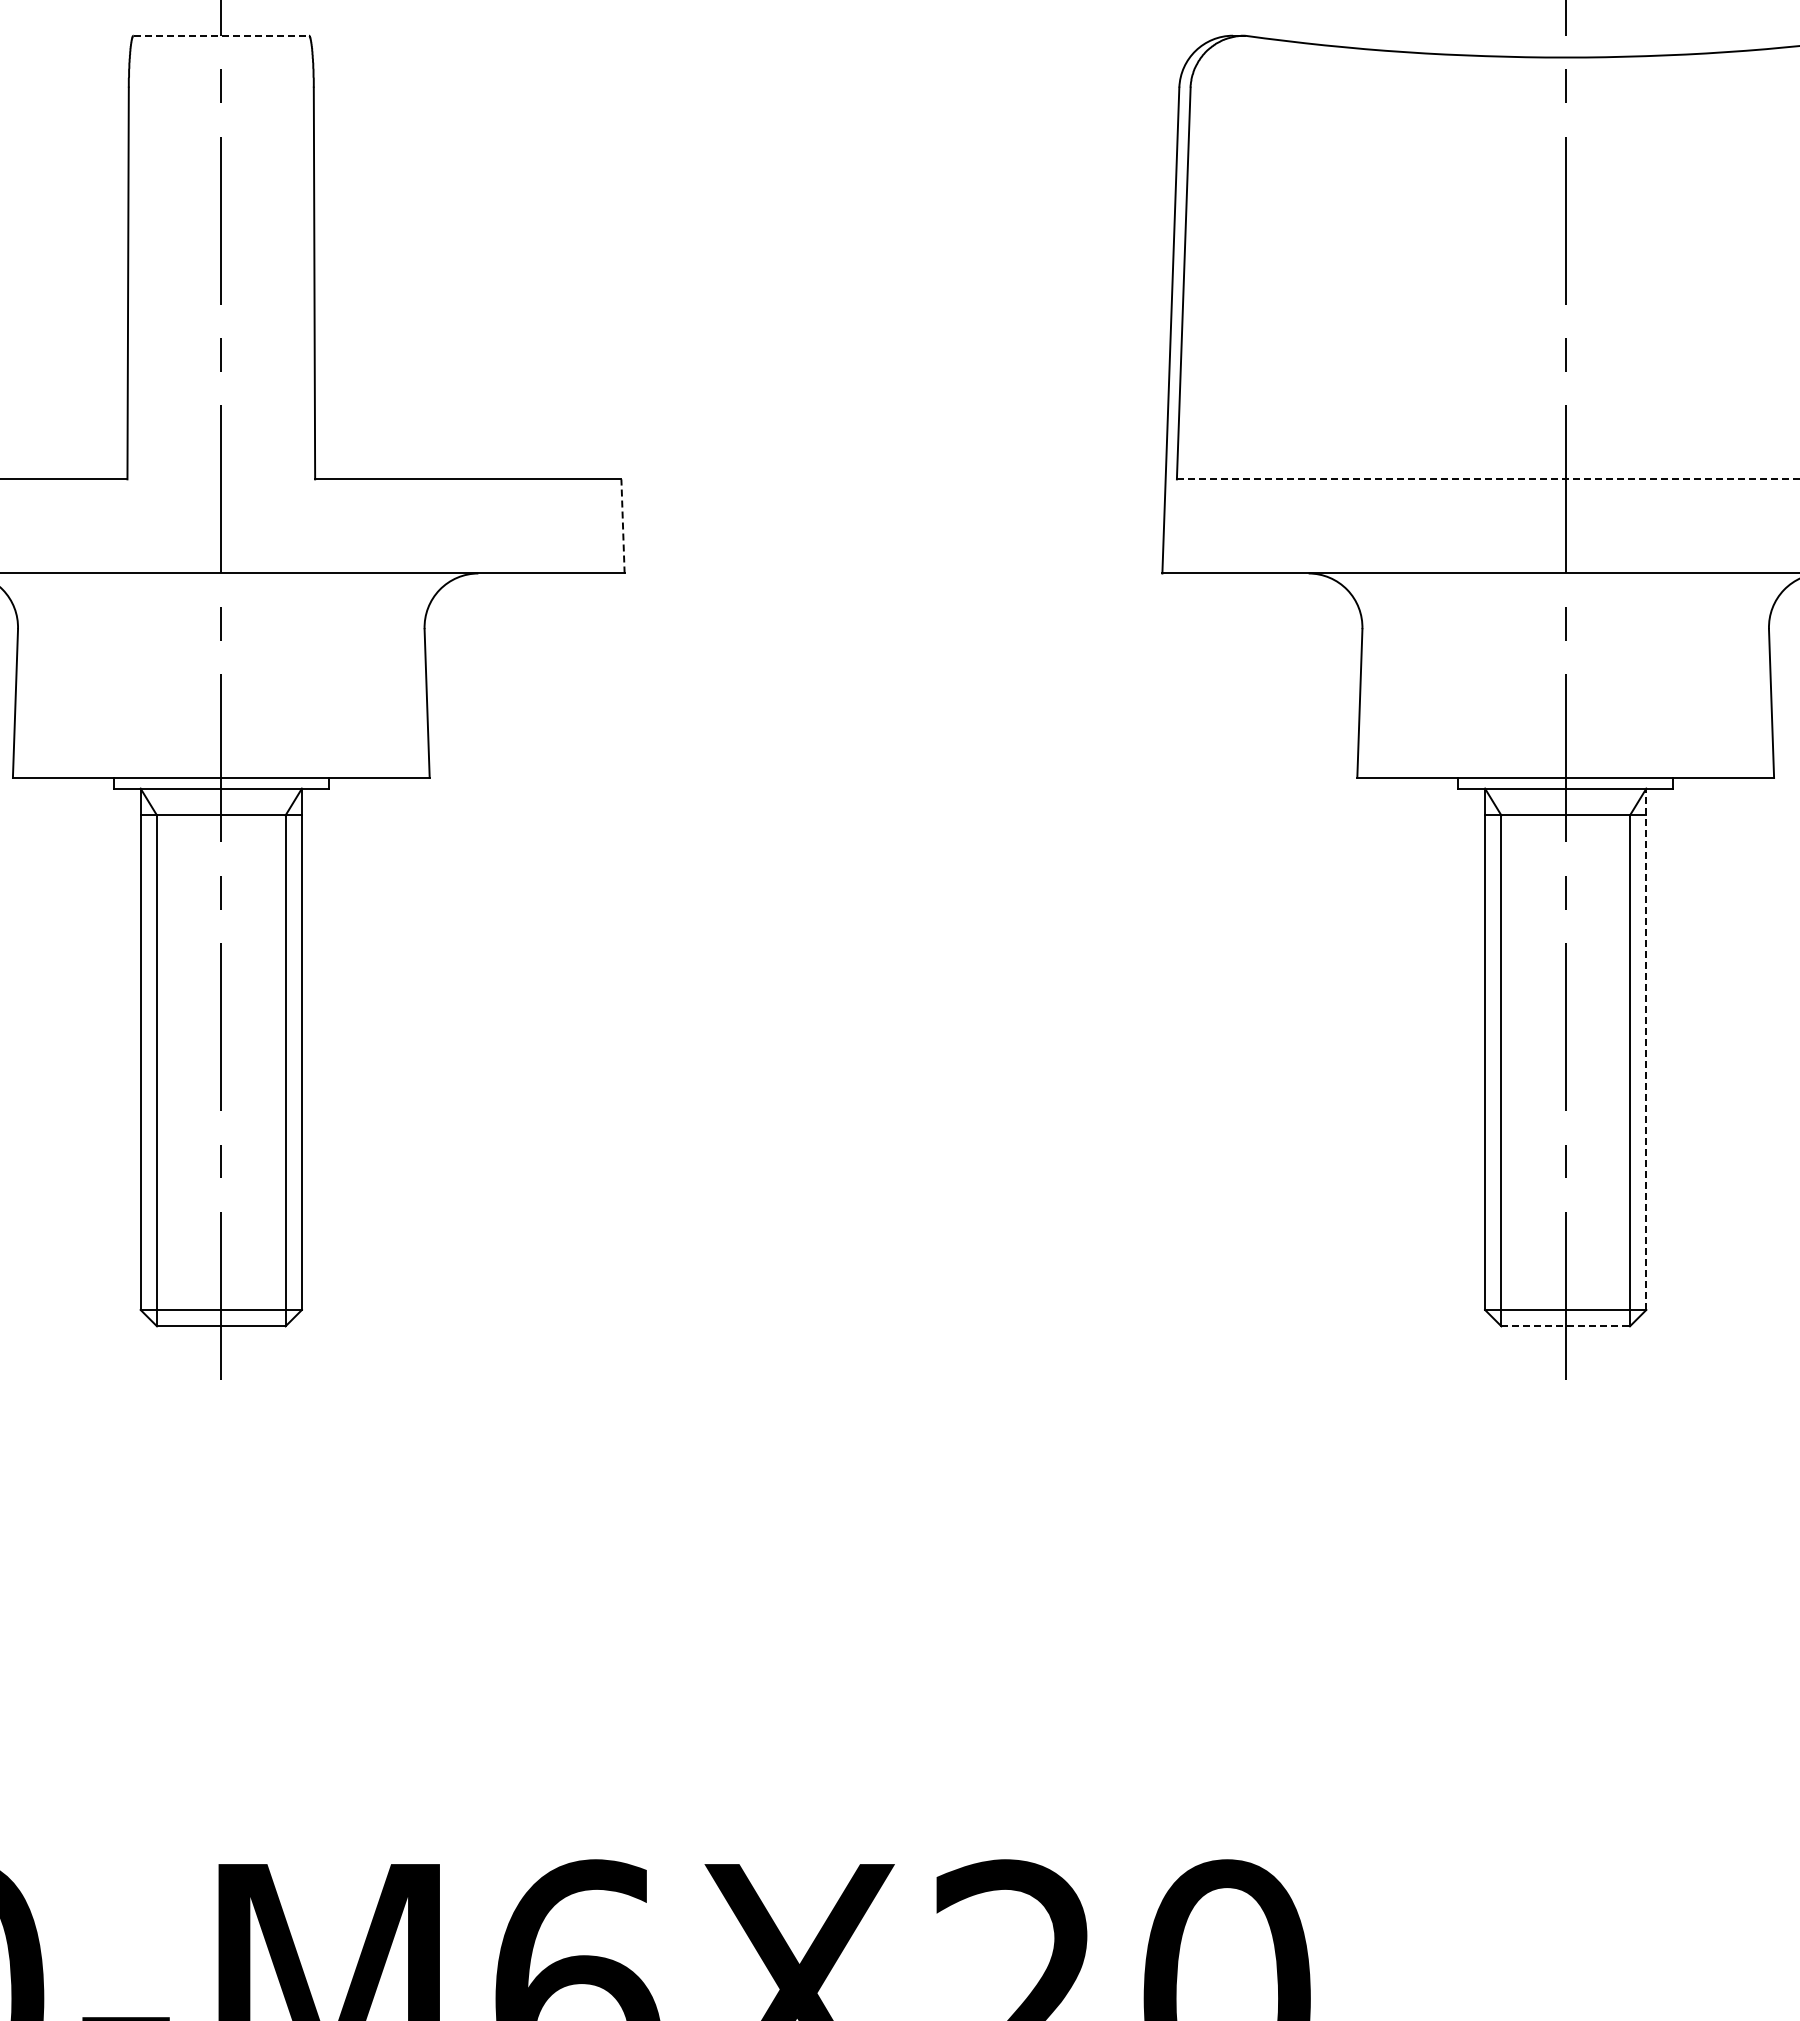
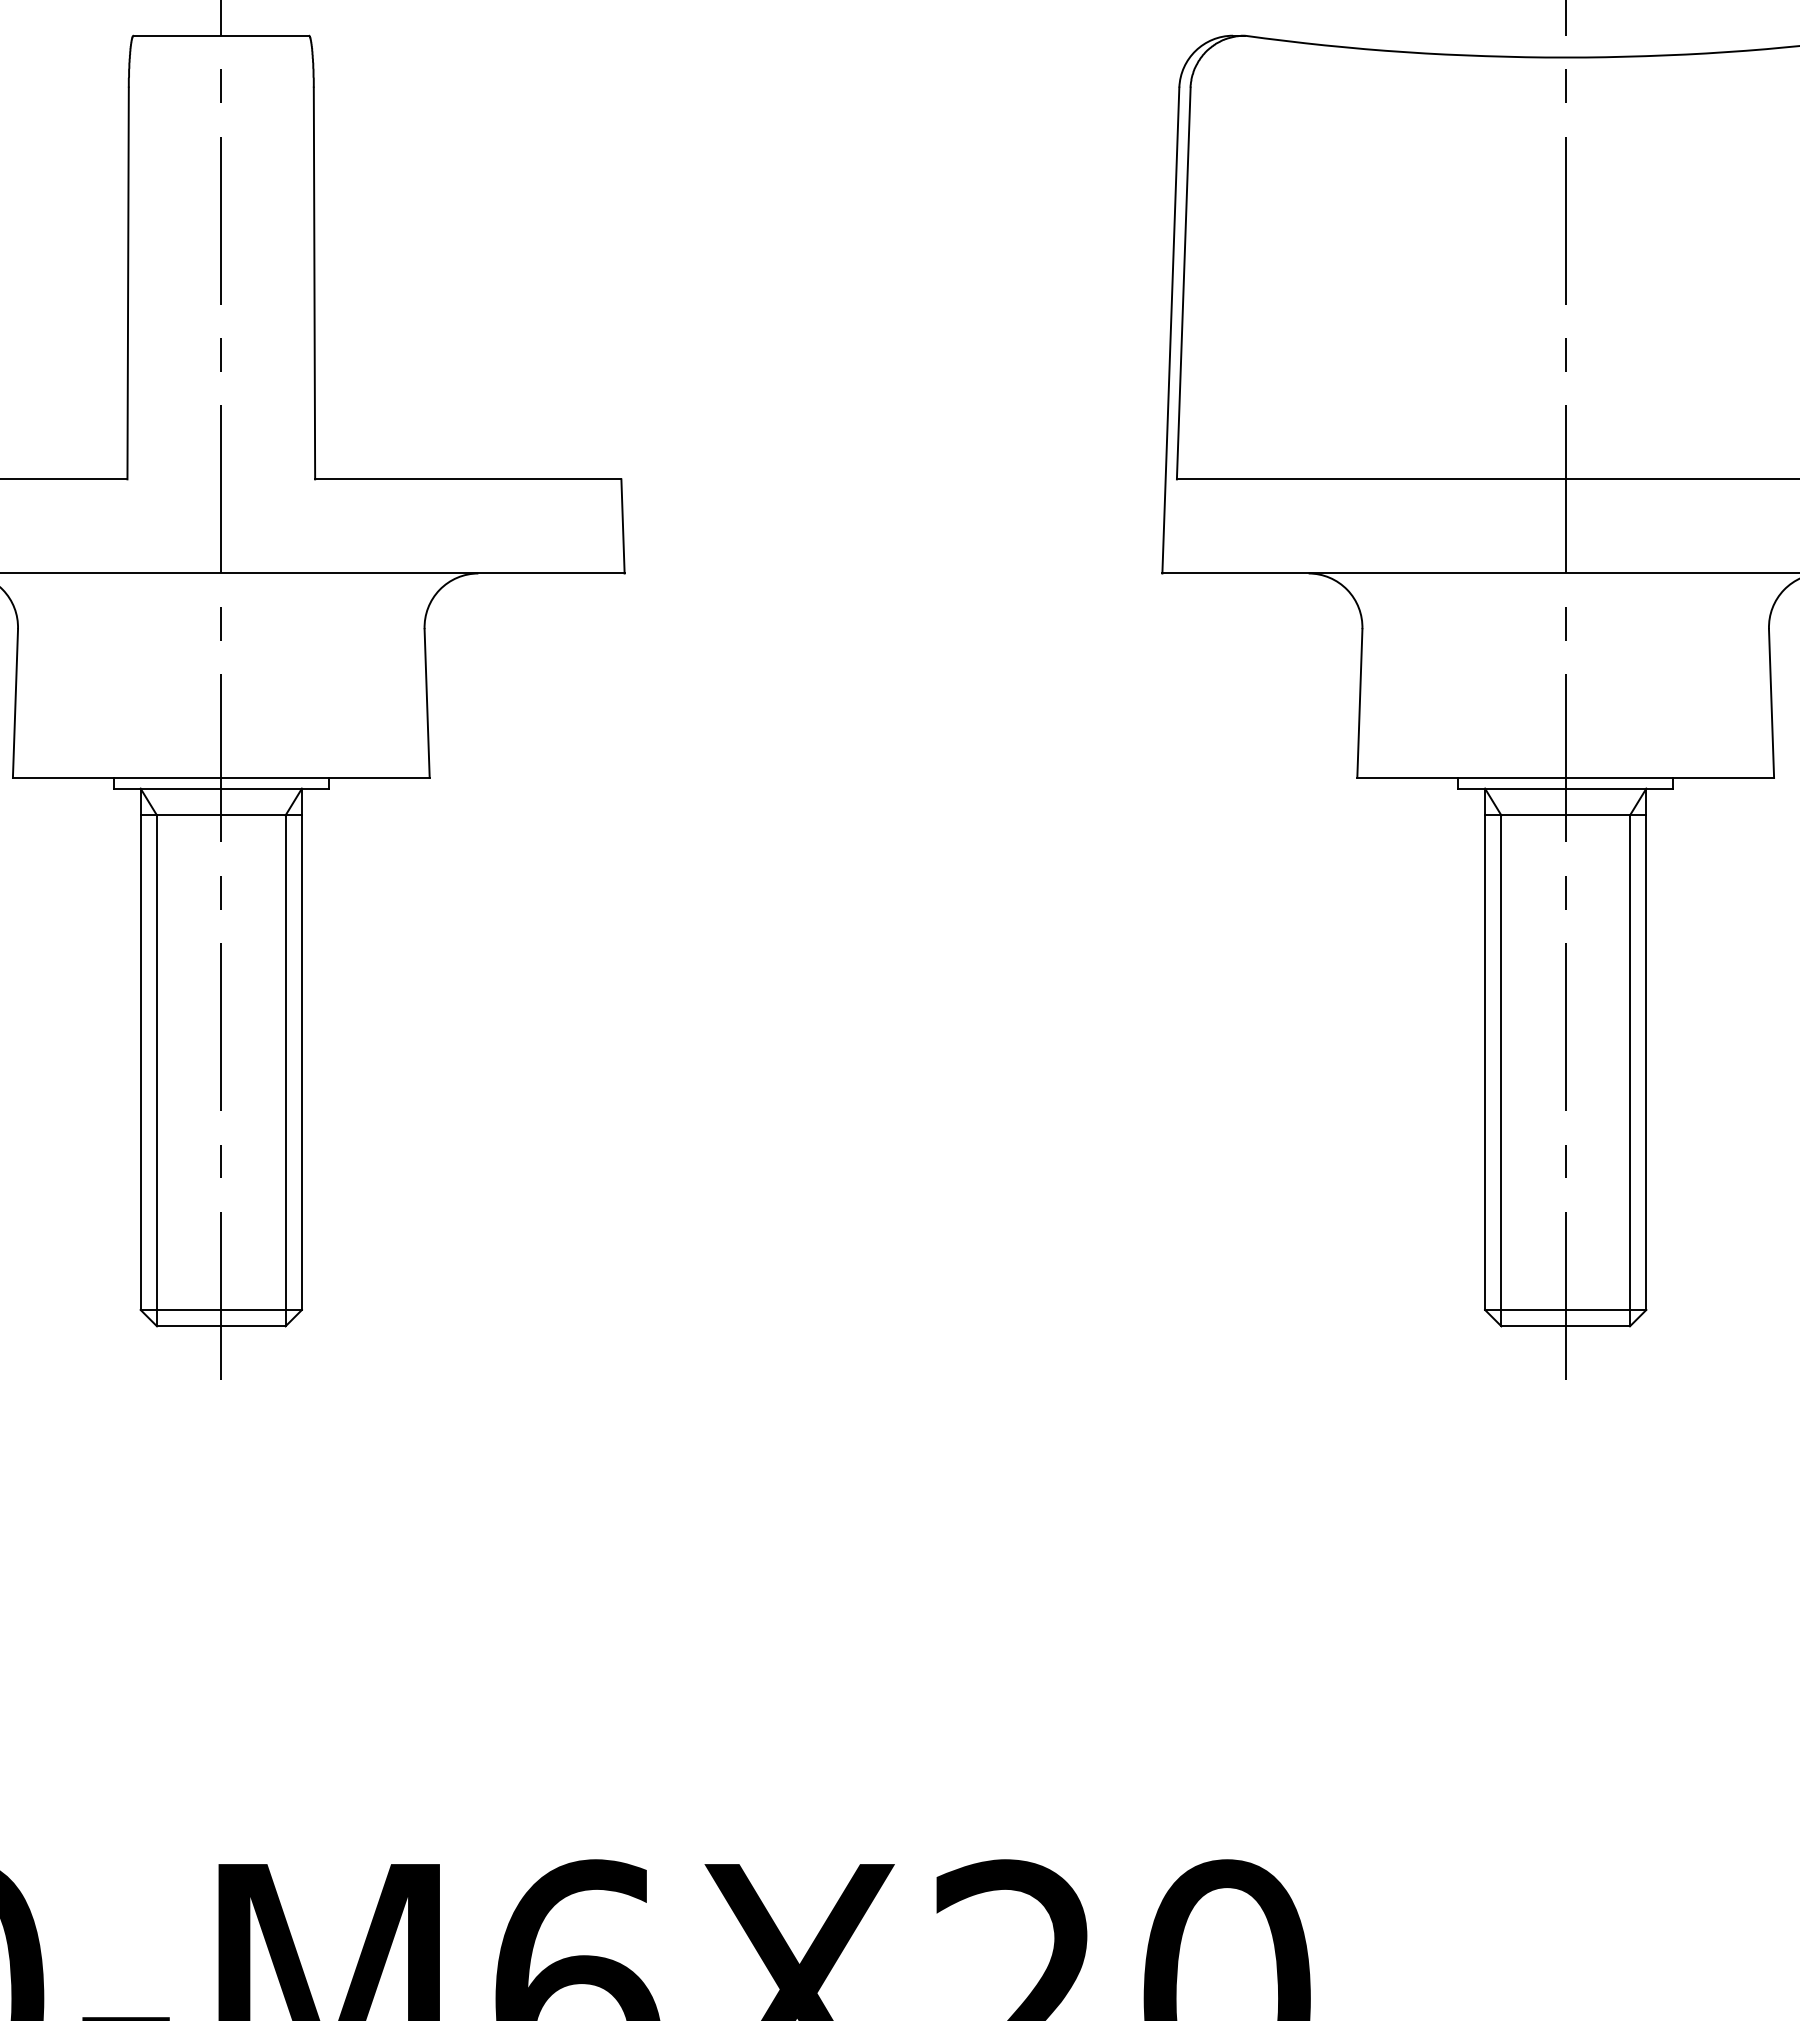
line at (221, 35): dashed -> solid
line at (1488, 479): dashed -> solid
line at (623, 525): dashed -> solid
line at (1646, 1049): dashed -> solid
line at (1566, 1326): dashed -> solid
